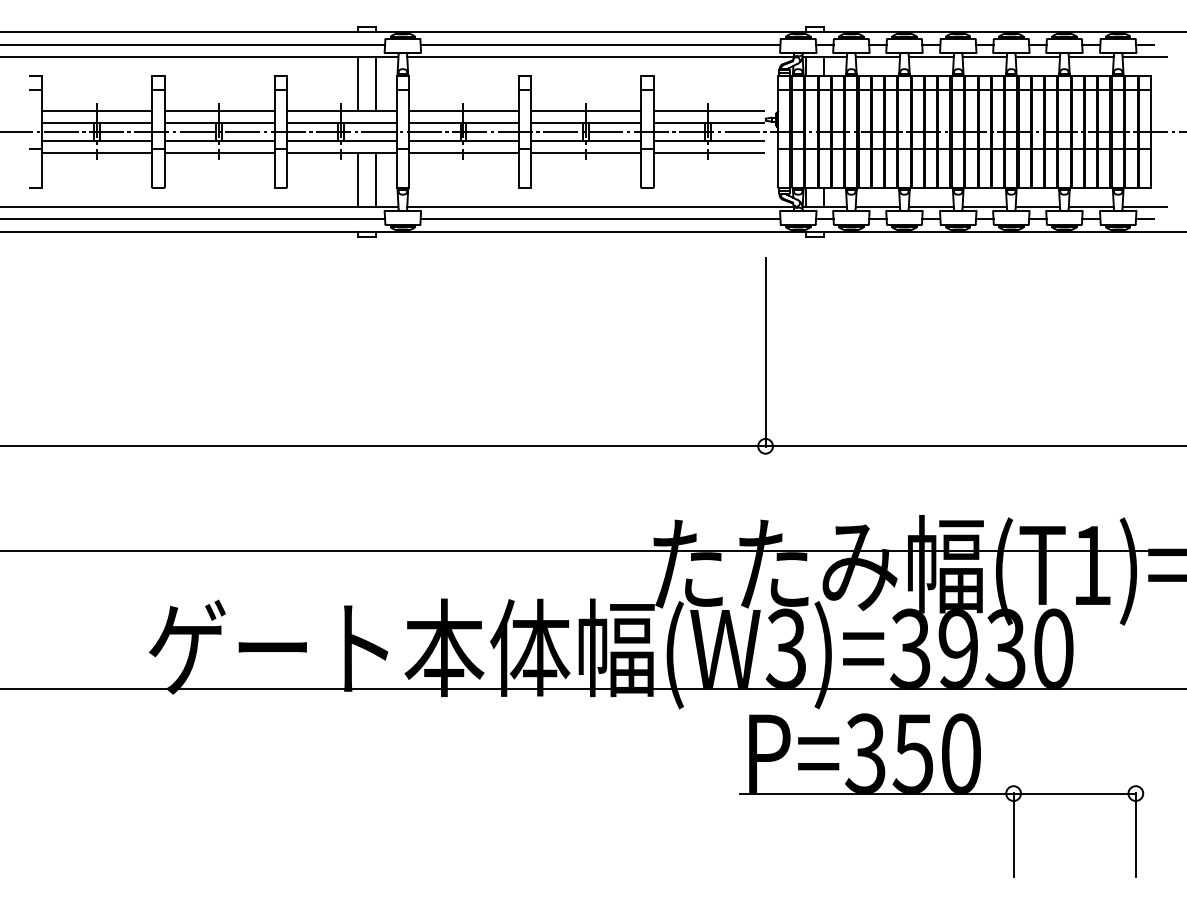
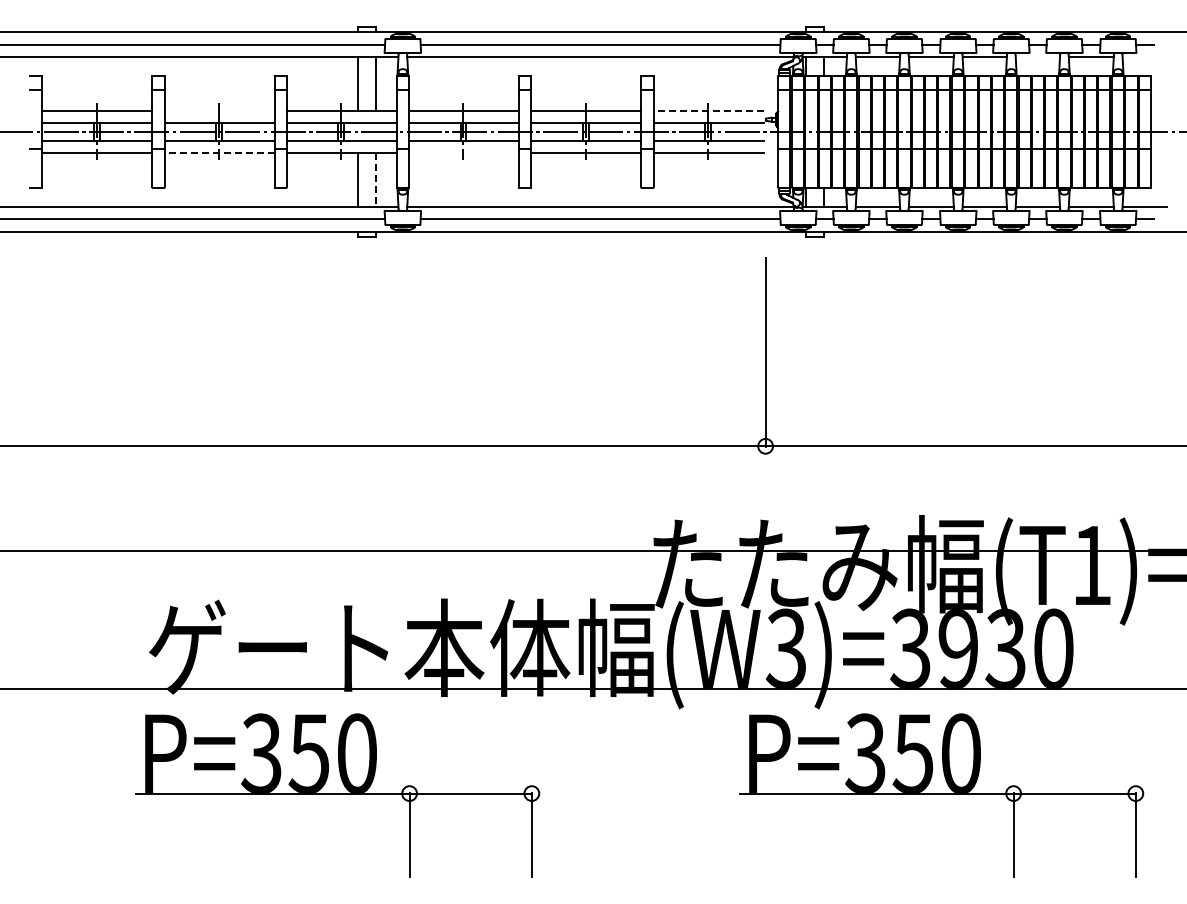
line at (1037, 56): present -> none
line at (1144, 56): present -> none
line at (219, 110): present -> none
line at (708, 110): solid -> dashed
line at (219, 153): solid -> dashed
line at (463, 153): present -> none
line at (375, 180): solid -> dashed
part at (337, 795): none -> present
